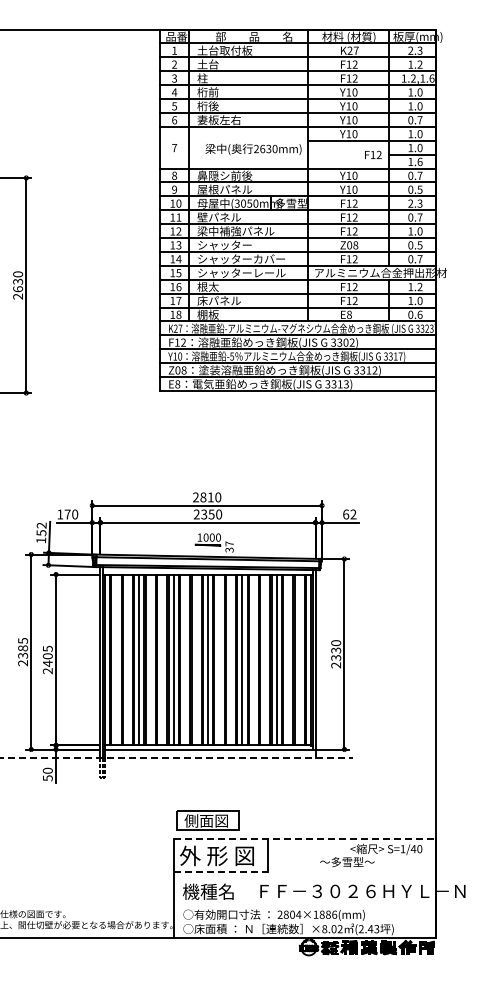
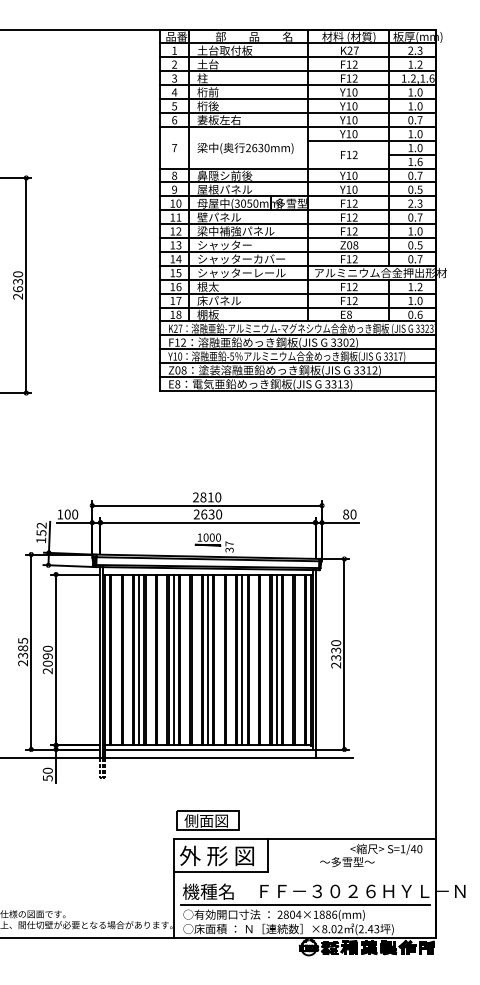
text at (253, 149) position: (253, 149) -> (245, 148)
text at (373, 154) position: (373, 154) -> (349, 154)
text at (67, 514): 170 -> 100
text at (207, 514): 2350 -> 2630
text at (349, 514): 62 -> 80
text at (47, 656): 2405 -> 2090
line at (176, 757): dashed -> solid
line at (305, 839): dashed -> solid
line at (221, 872): dashed -> solid
line at (305, 904): none -> present
